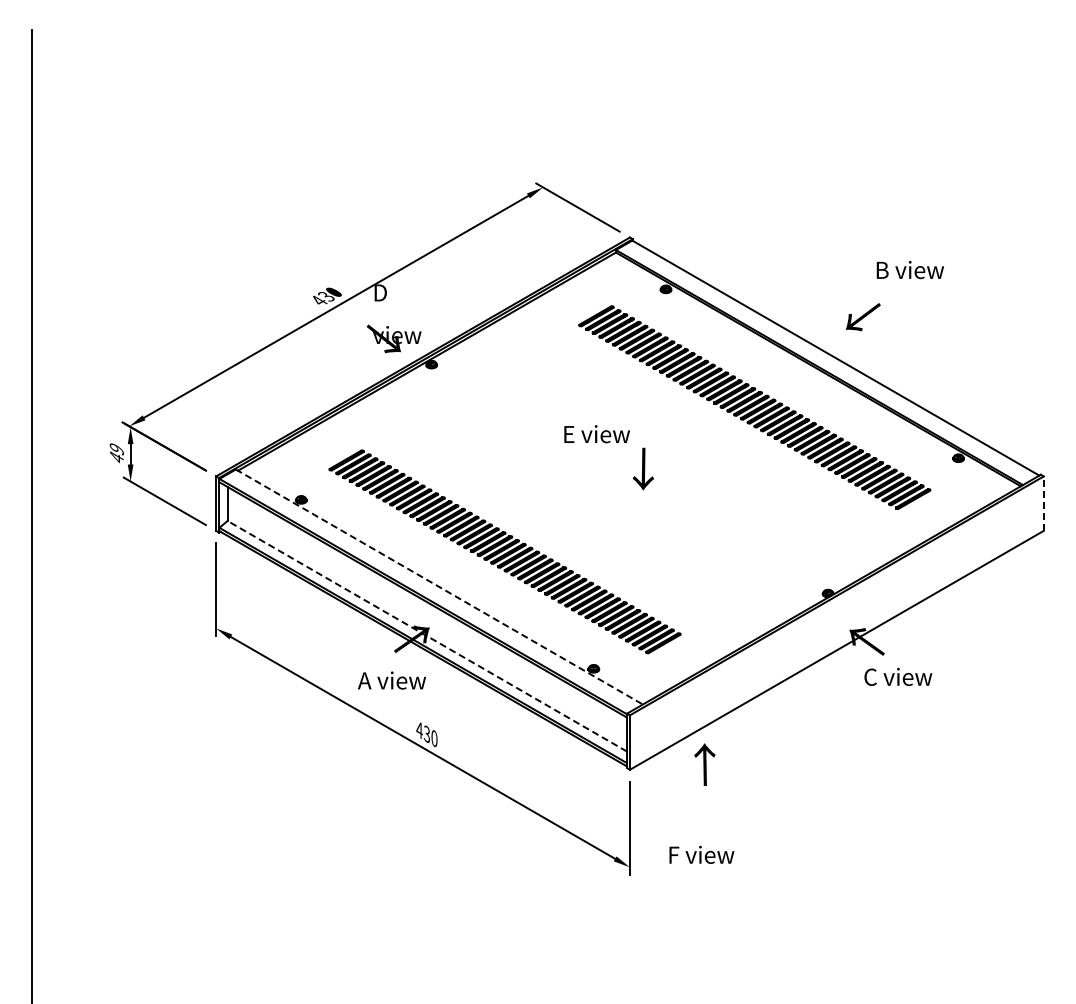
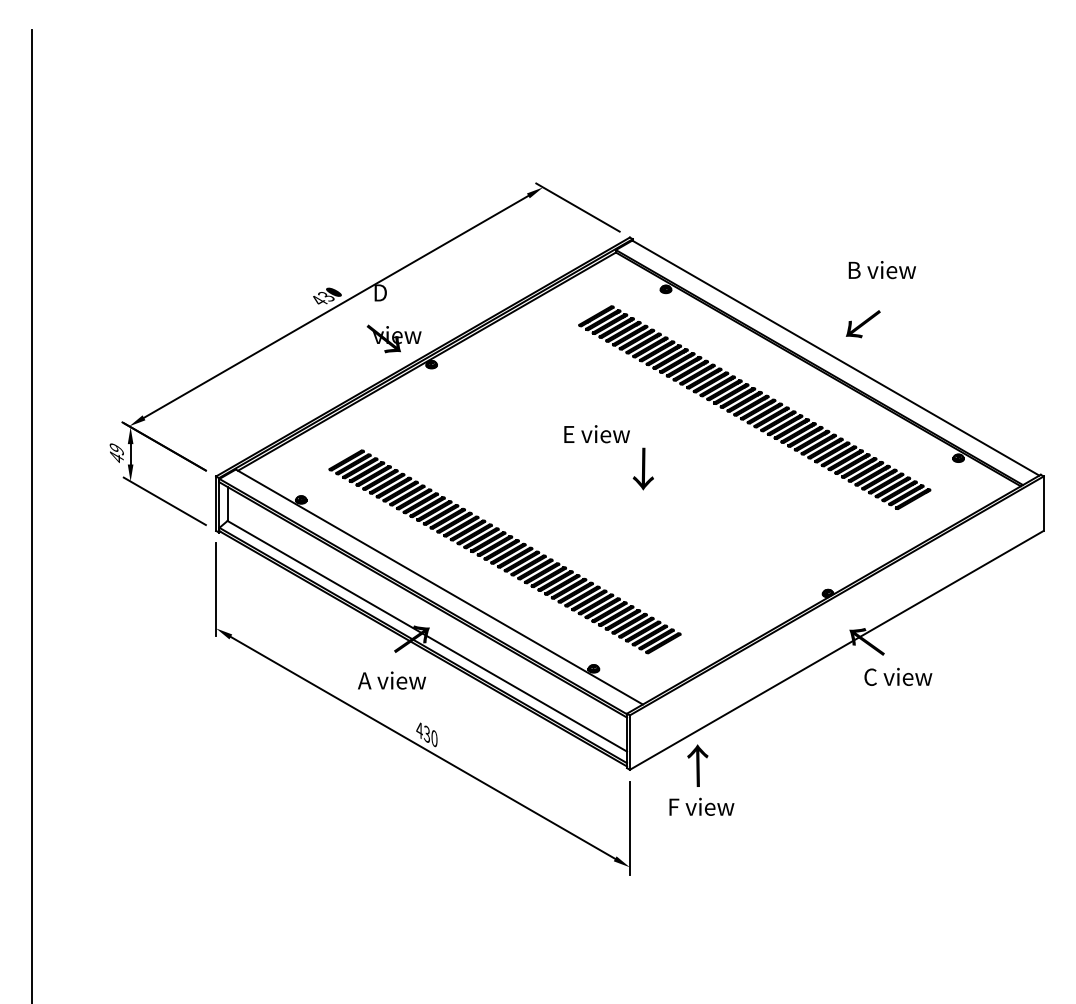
text at (910, 270) position: (910, 270) -> (882, 270)
text at (862, 317) position: (862, 317) -> (862, 324)
line at (1043, 503): dashed -> solid
line at (439, 587): dashed -> solid
line at (427, 636): dashed -> solid
text at (704, 764) position: (704, 764) -> (697, 765)
text at (701, 854) position: (701, 854) -> (701, 806)
